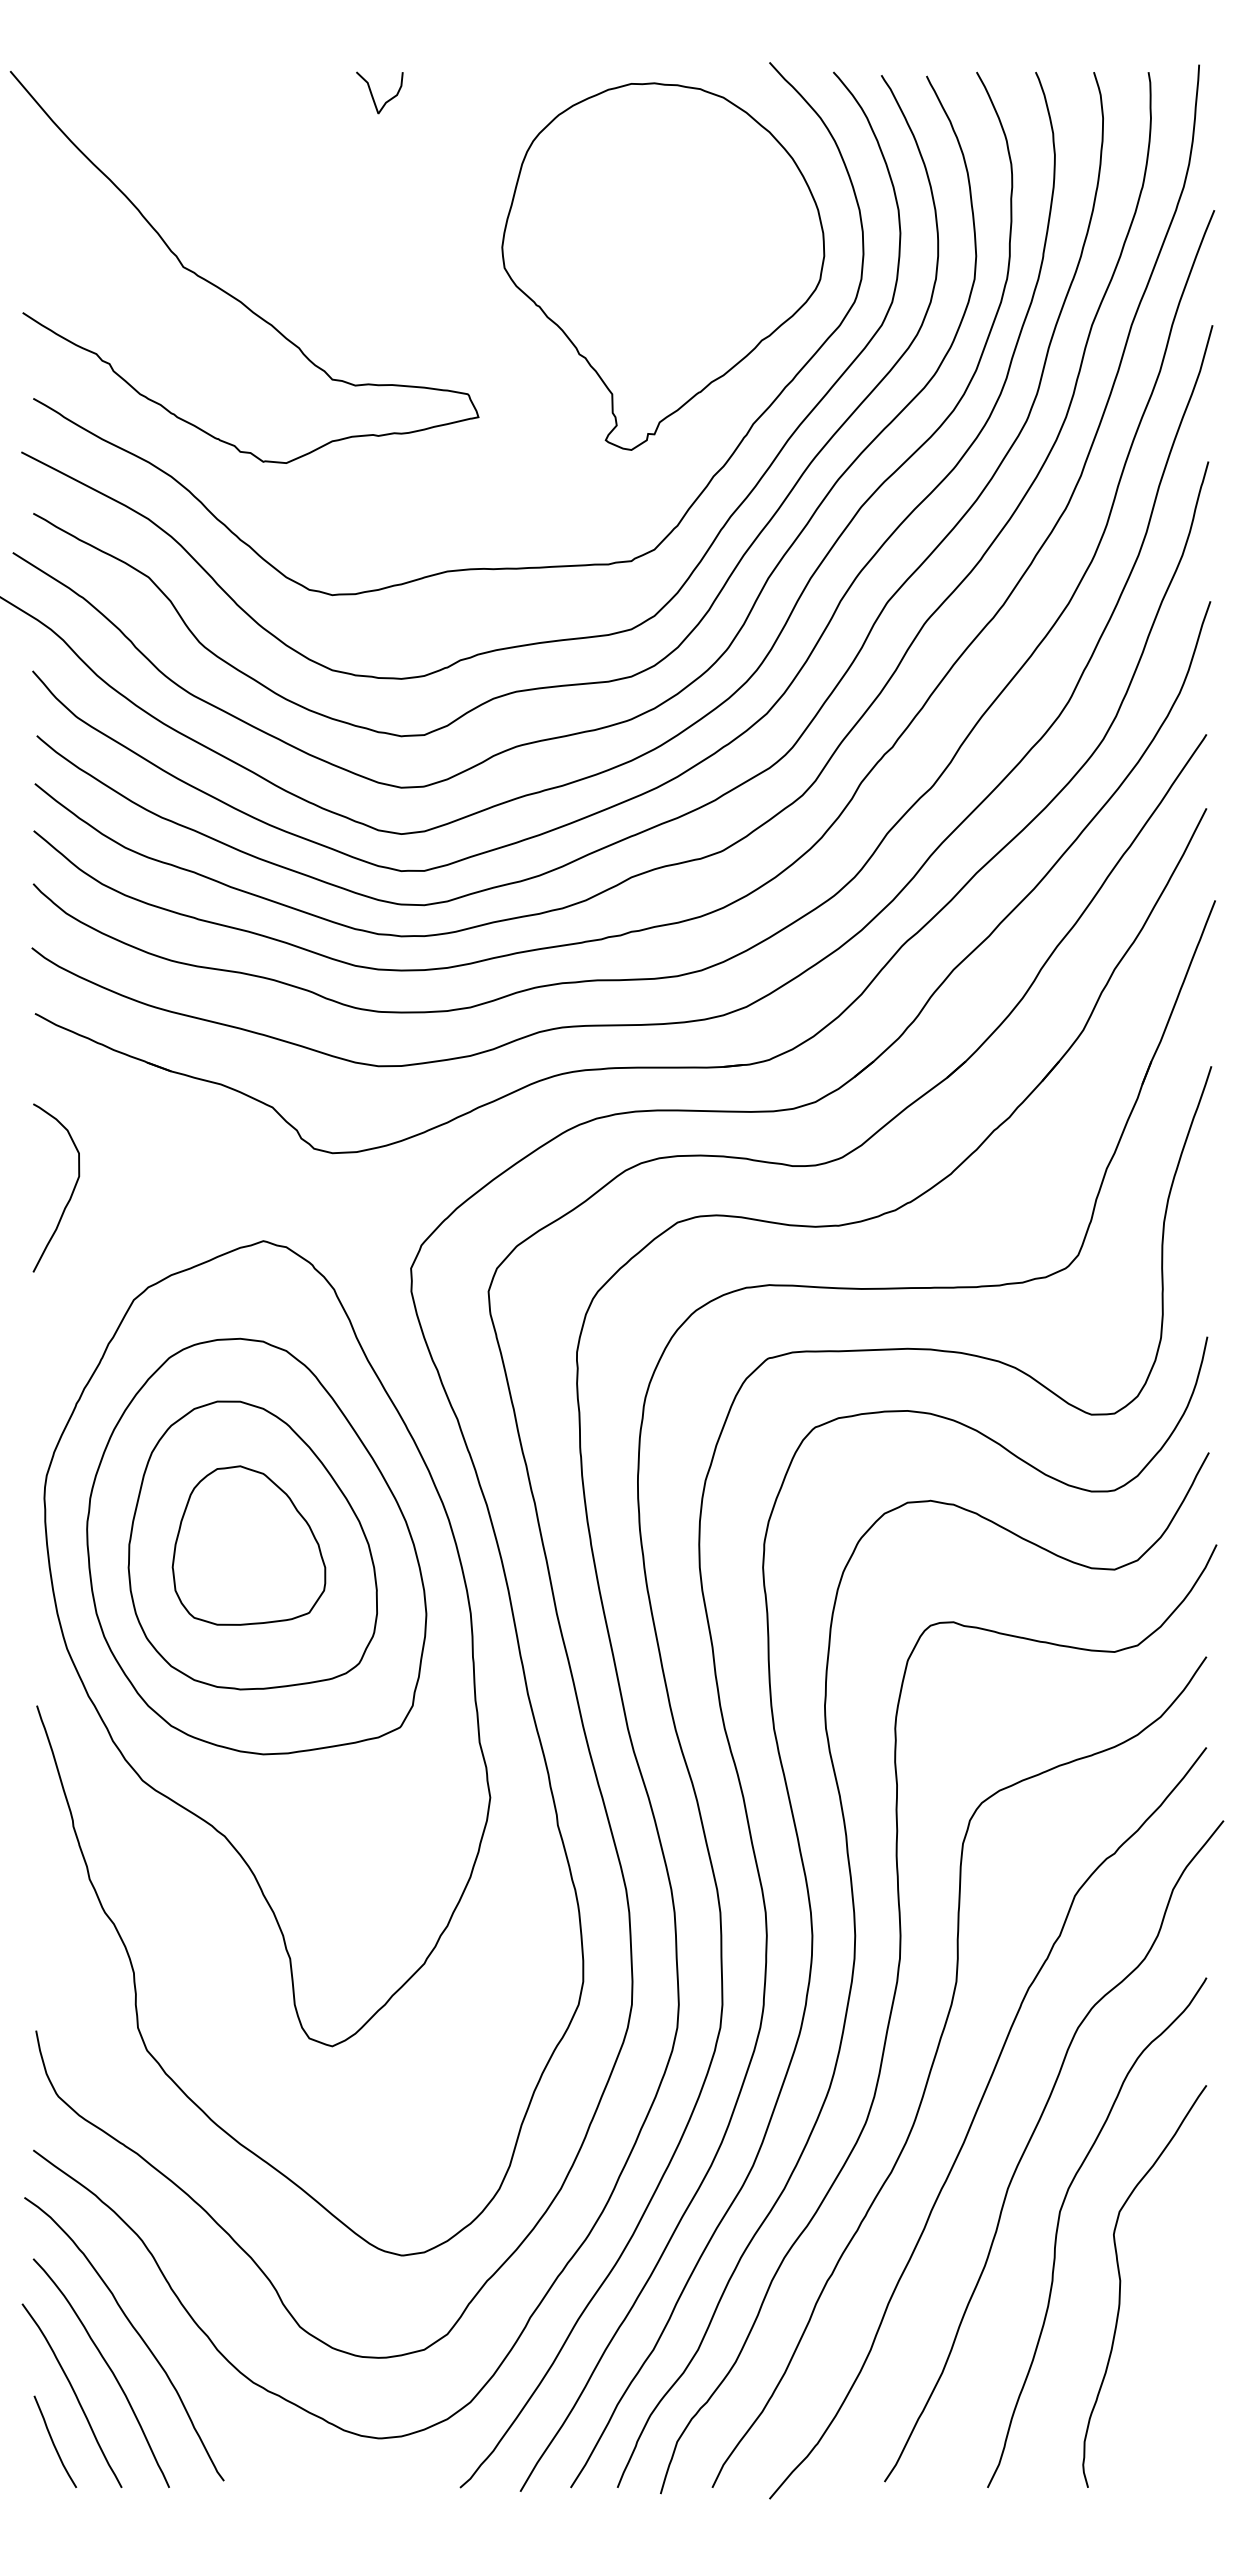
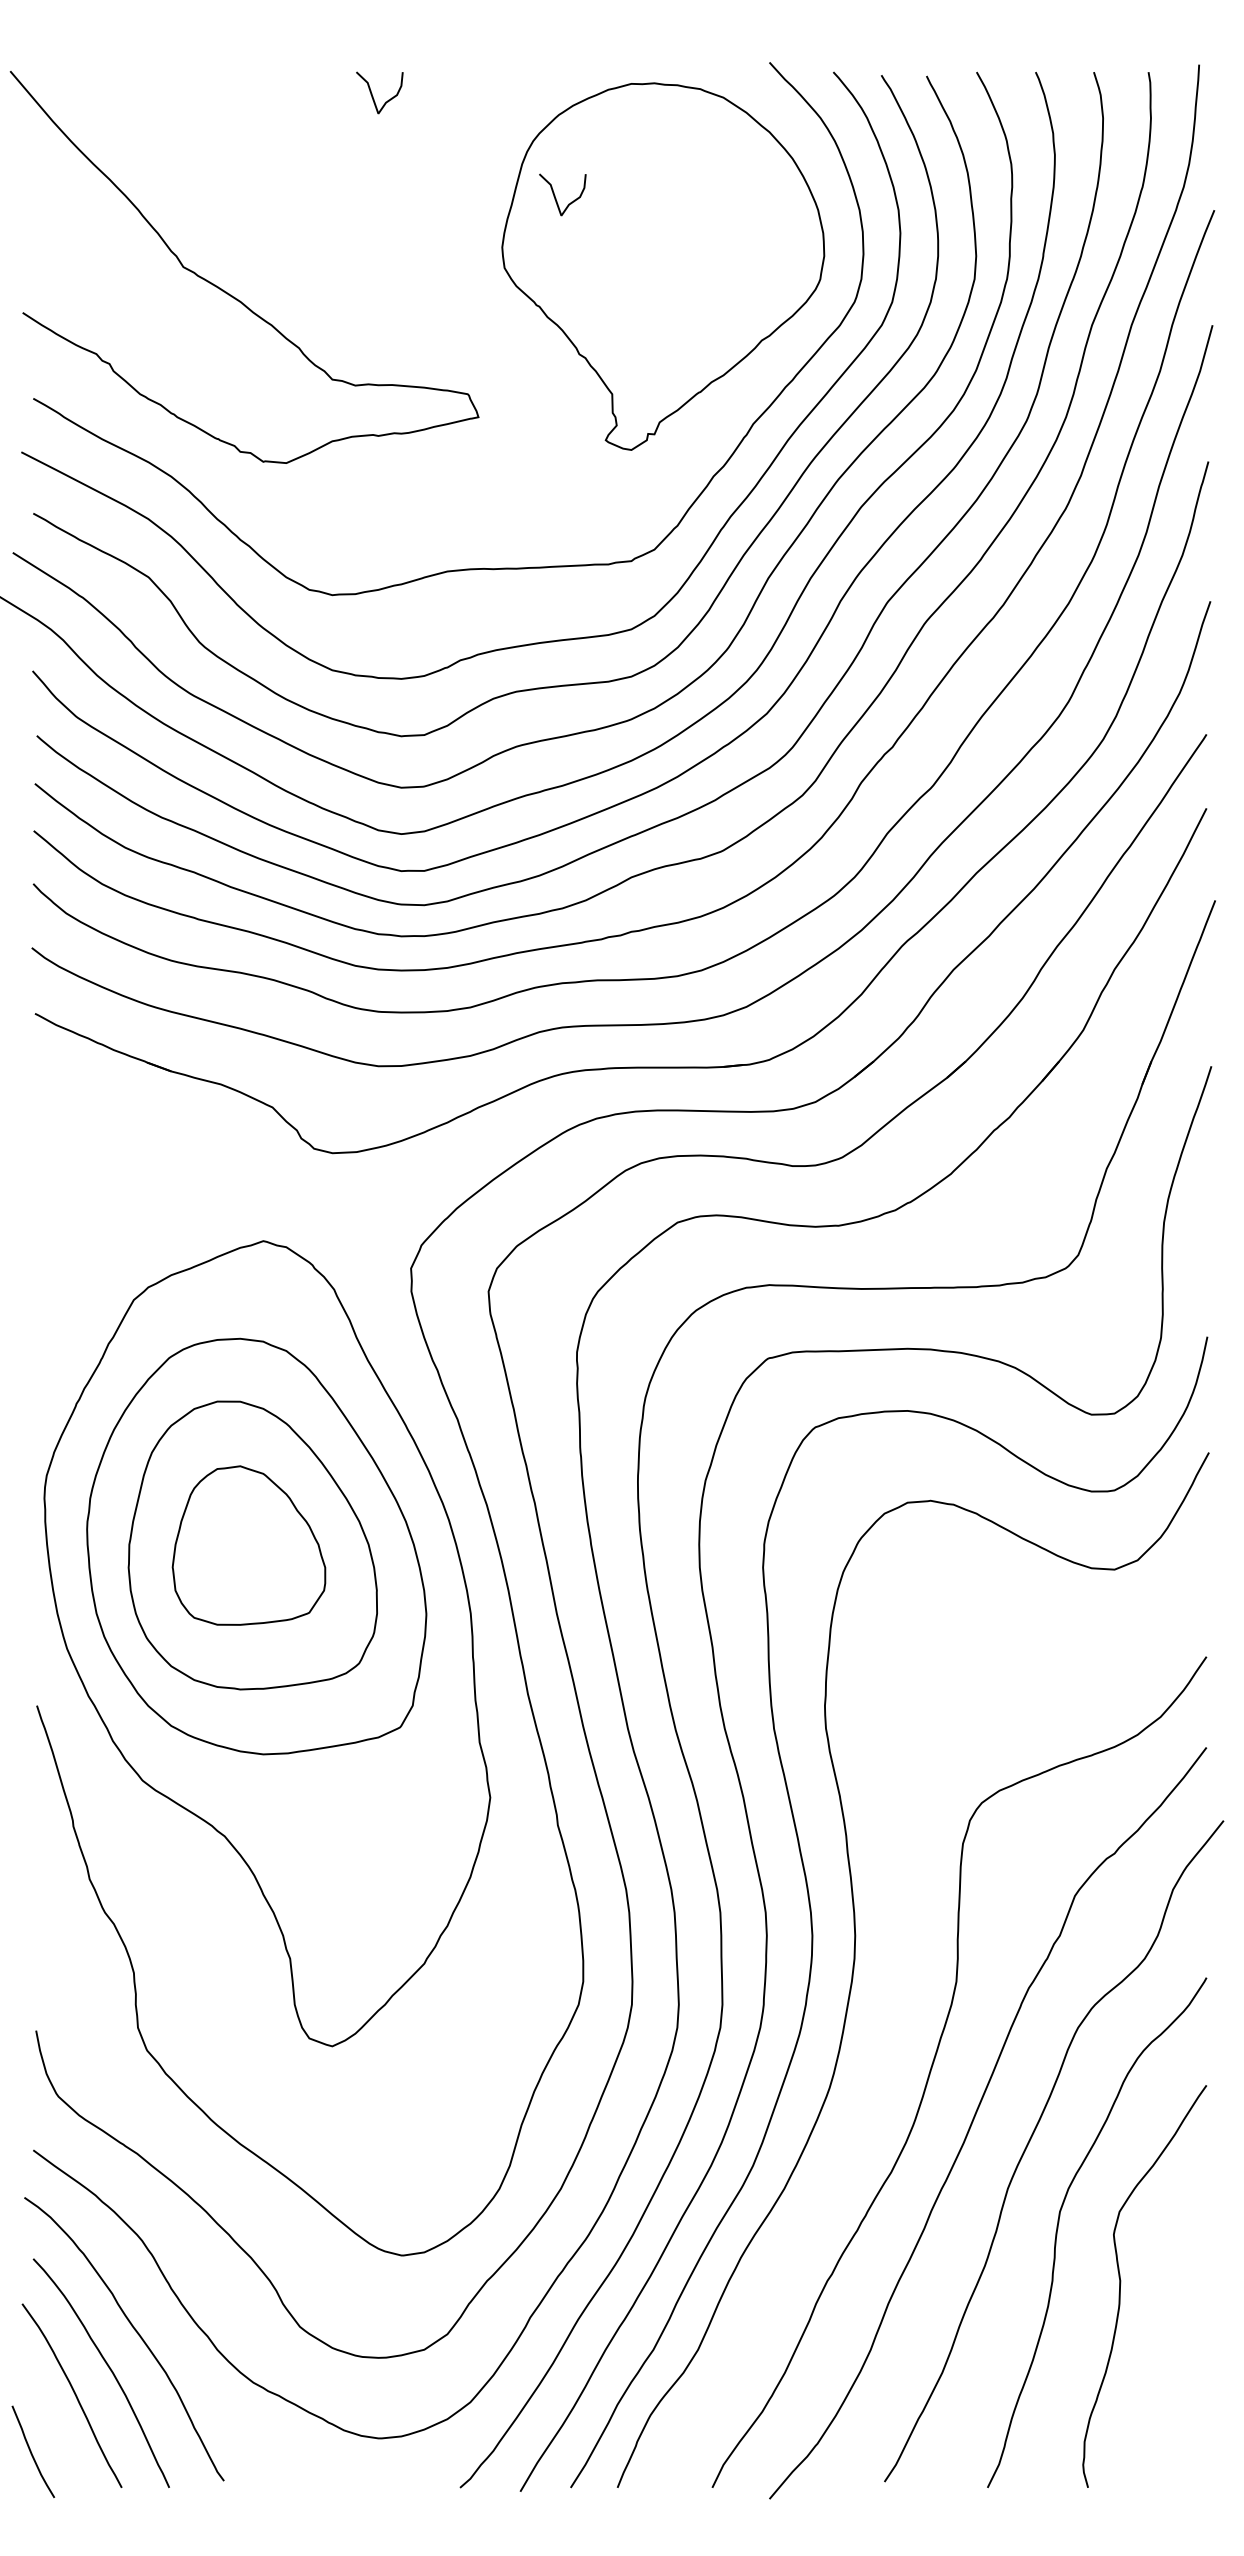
curve at (555, 195): none -> present
curve at (71, 1192): present -> none
curve at (892, 2011): present -> none
curve at (53, 2441) position: (53, 2441) -> (31, 2451)
